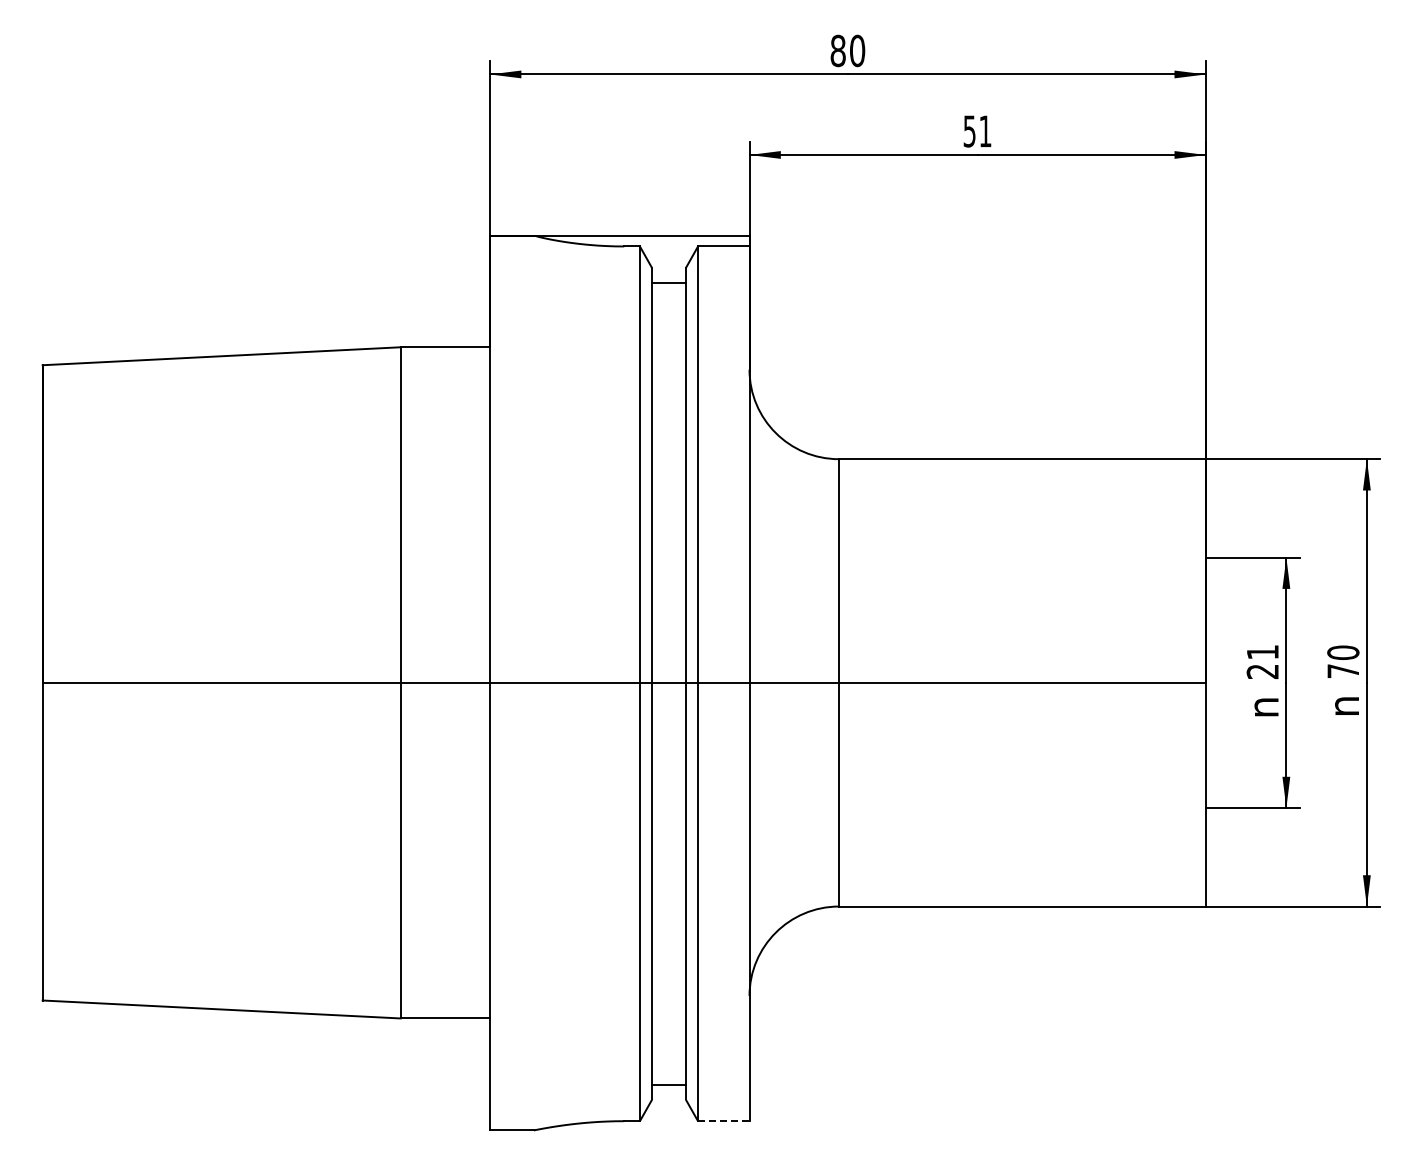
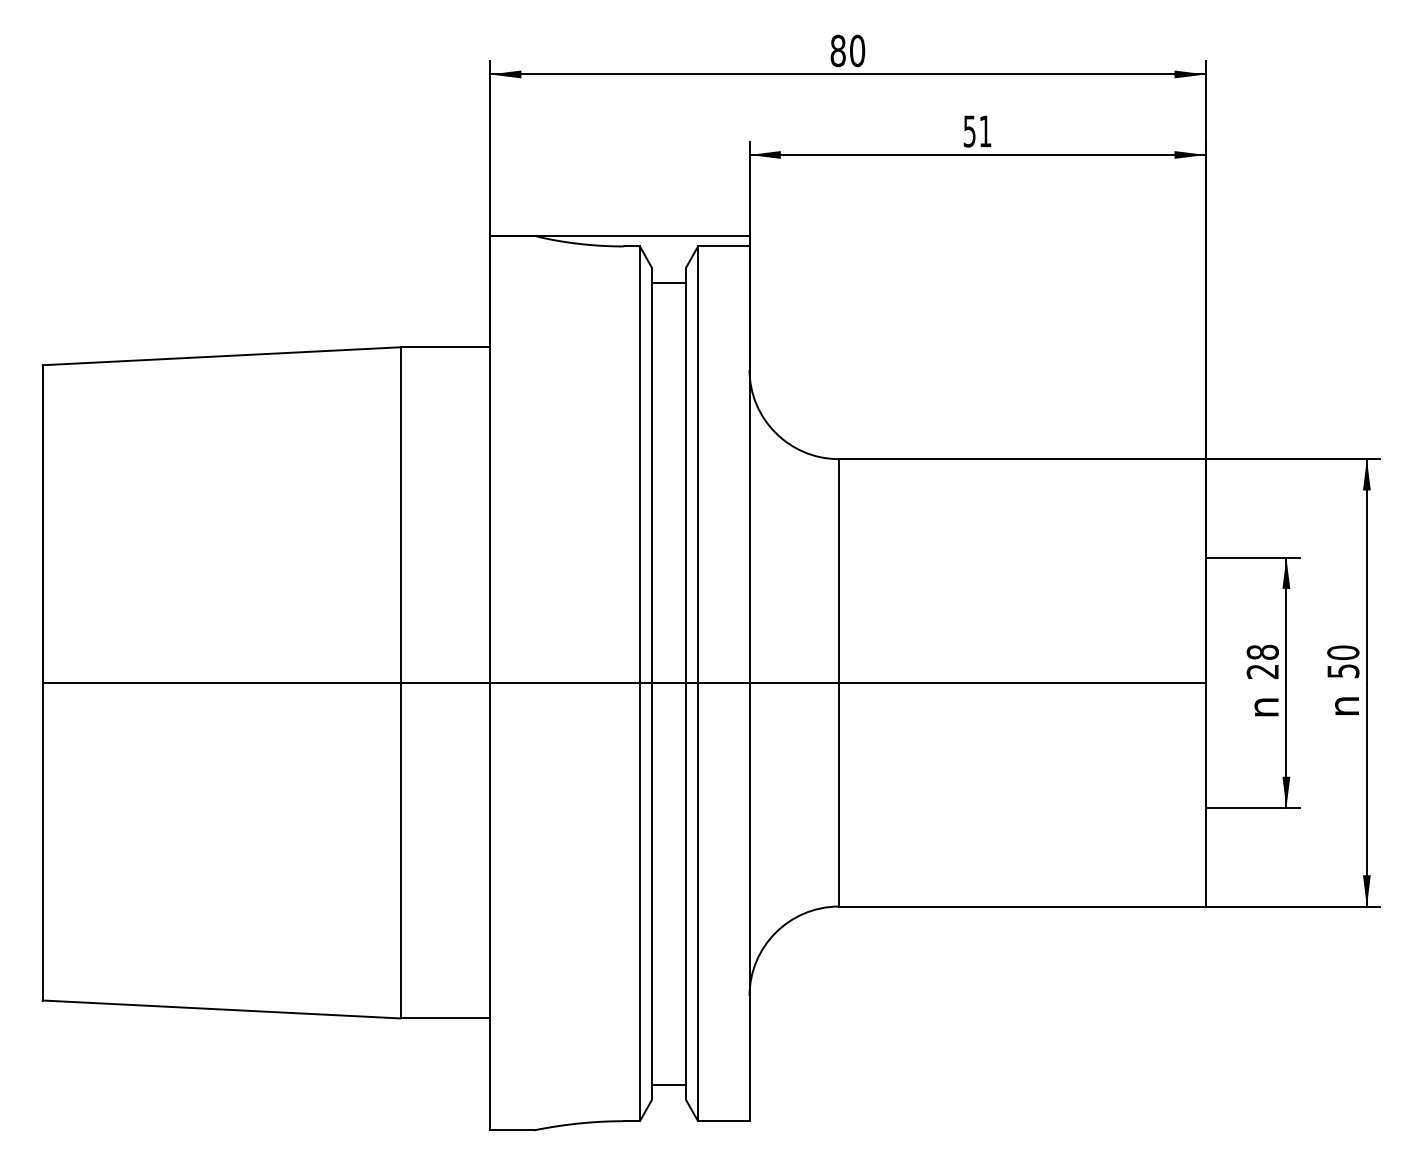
text at (1262, 651): 21 -> 28
text at (1343, 671): 70 -> 50
line at (723, 1121): dashed -> solid
